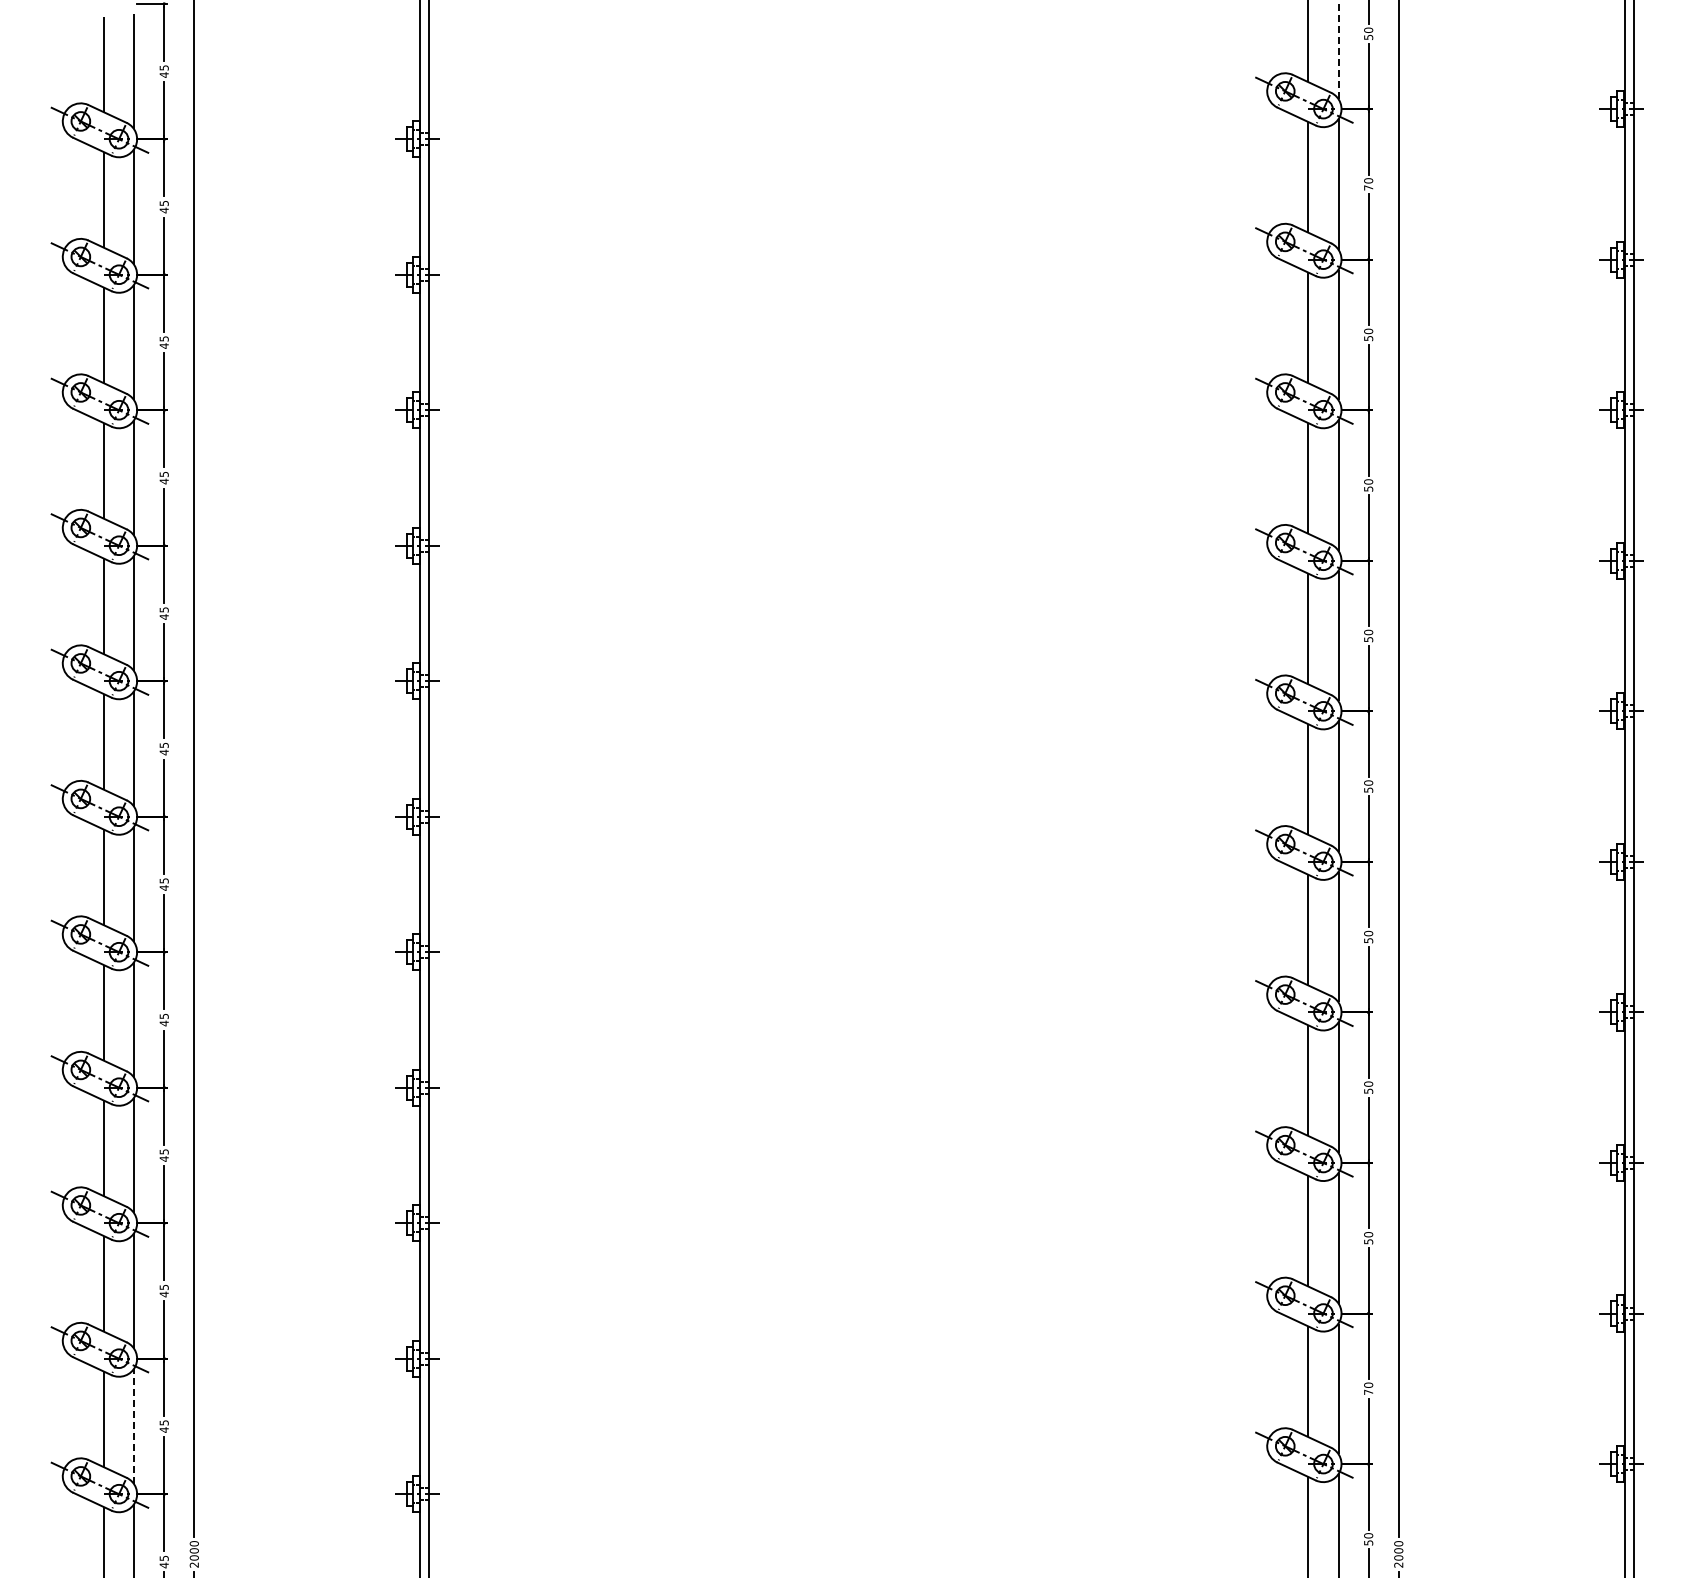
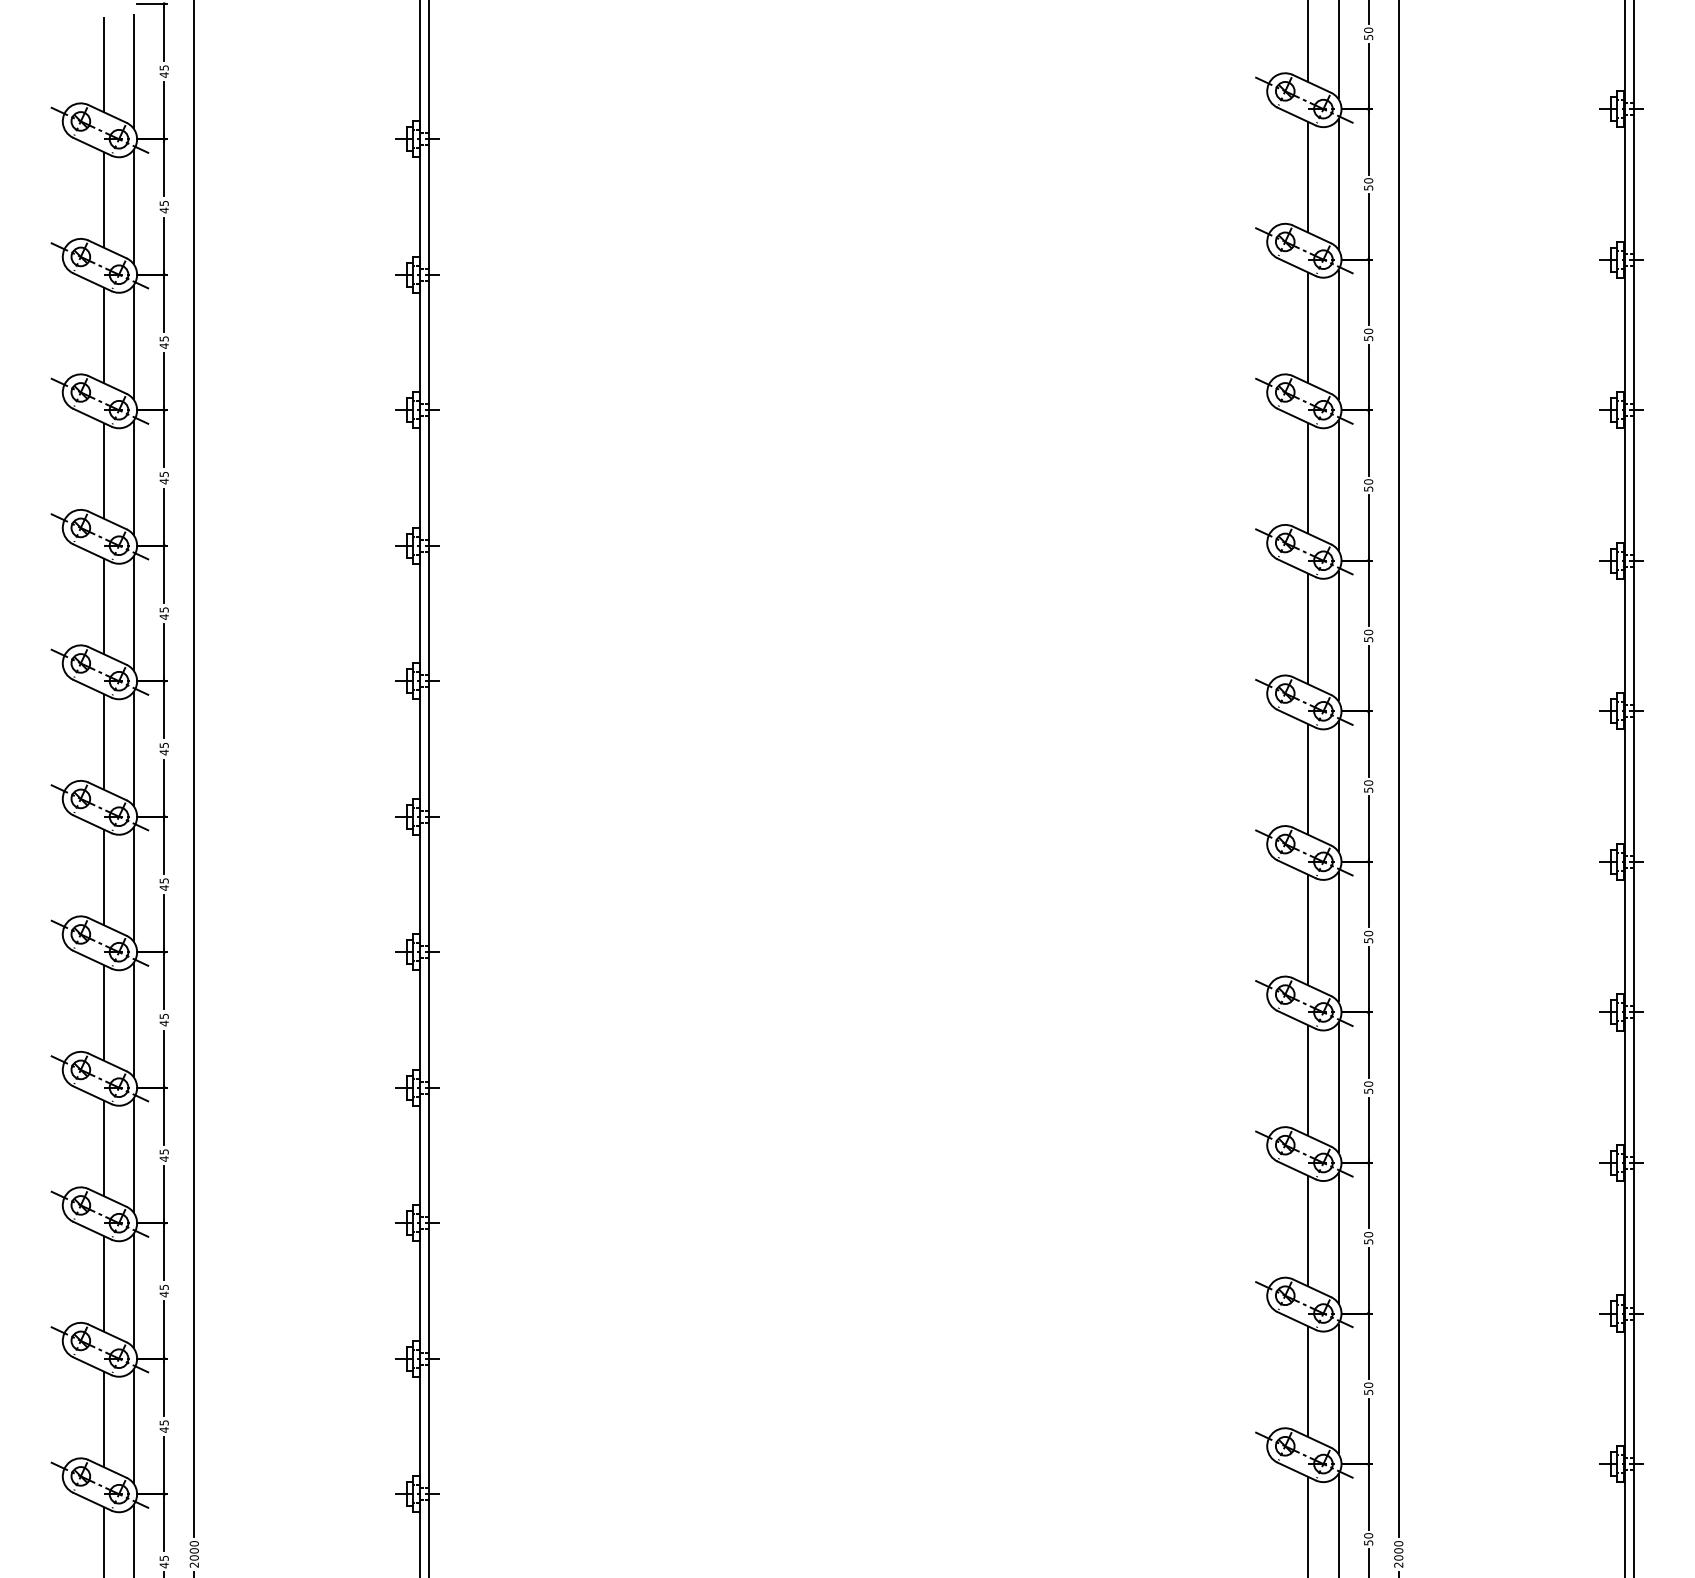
line at (1338, 49): dashed -> solid
text at (1368, 187): 70 -> 50
text at (1368, 1391): 70 -> 50
line at (134, 1426): dashed -> solid
